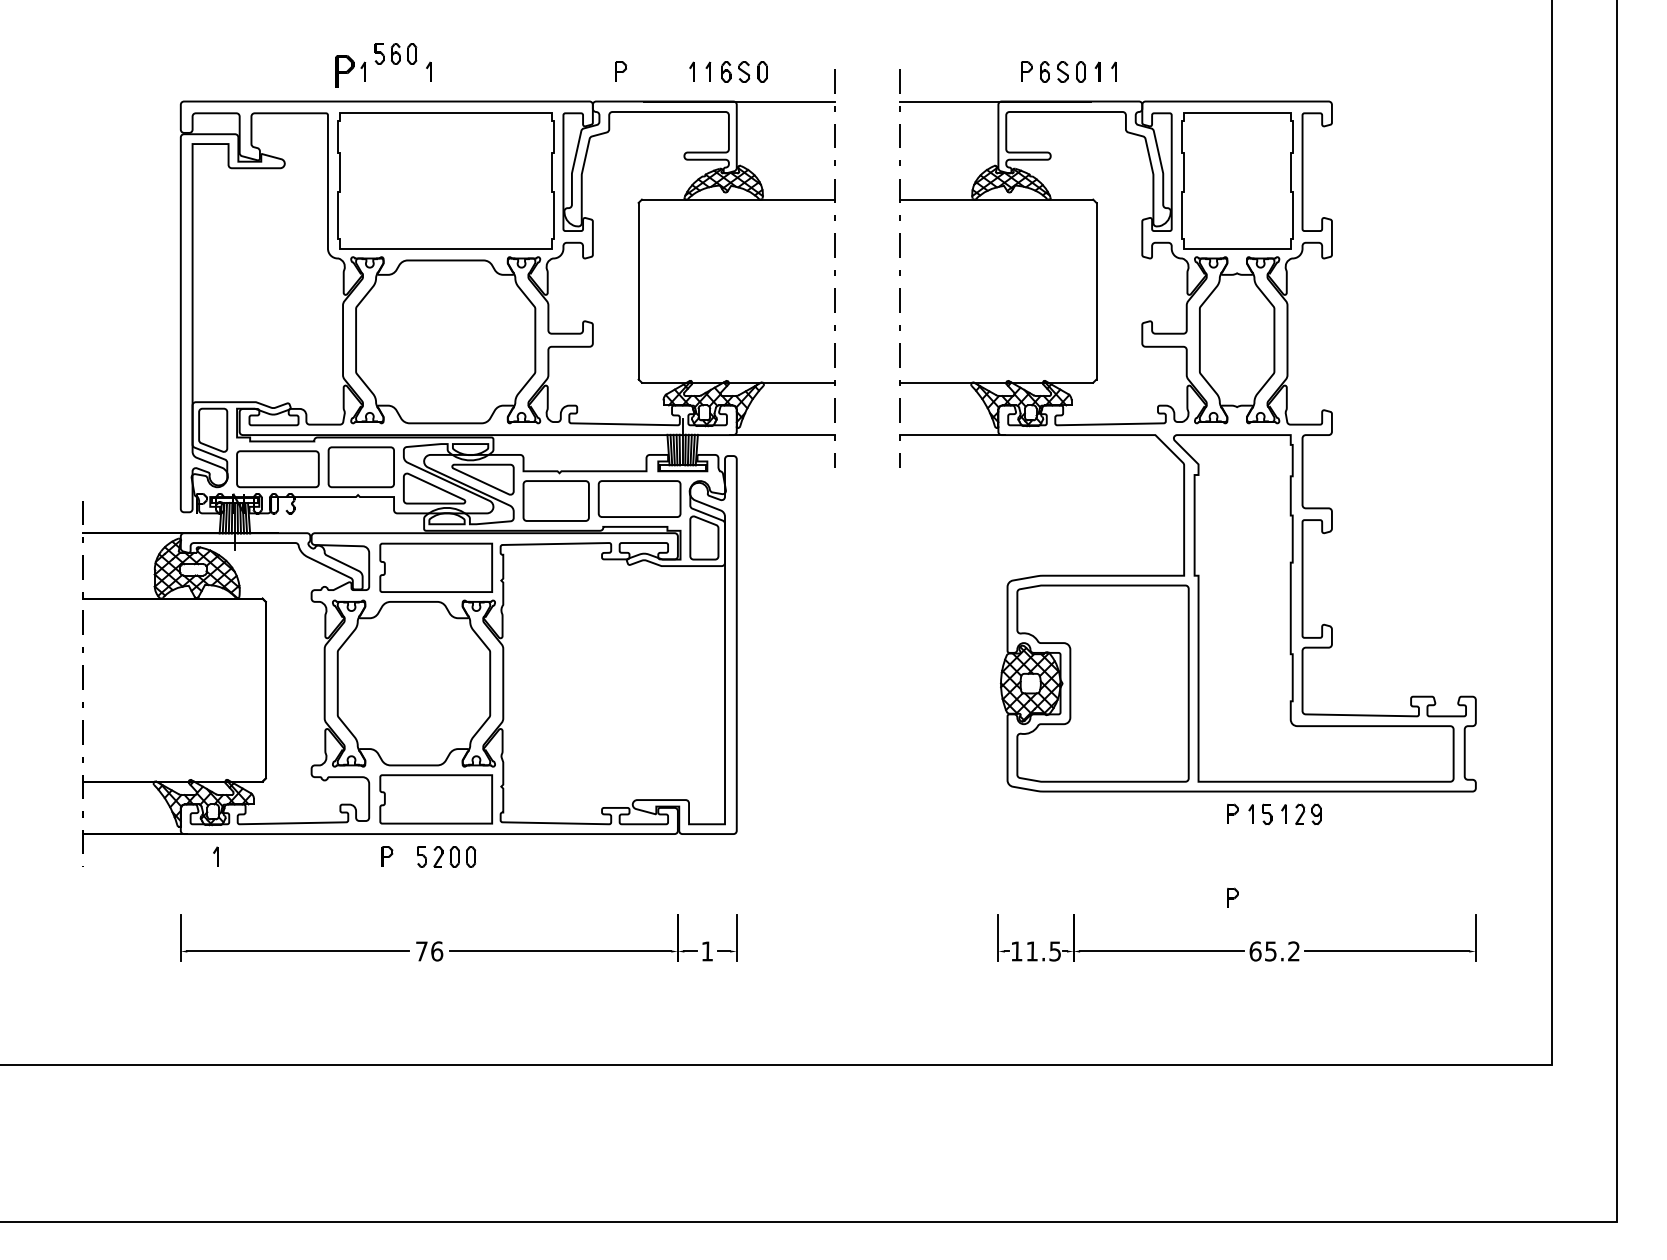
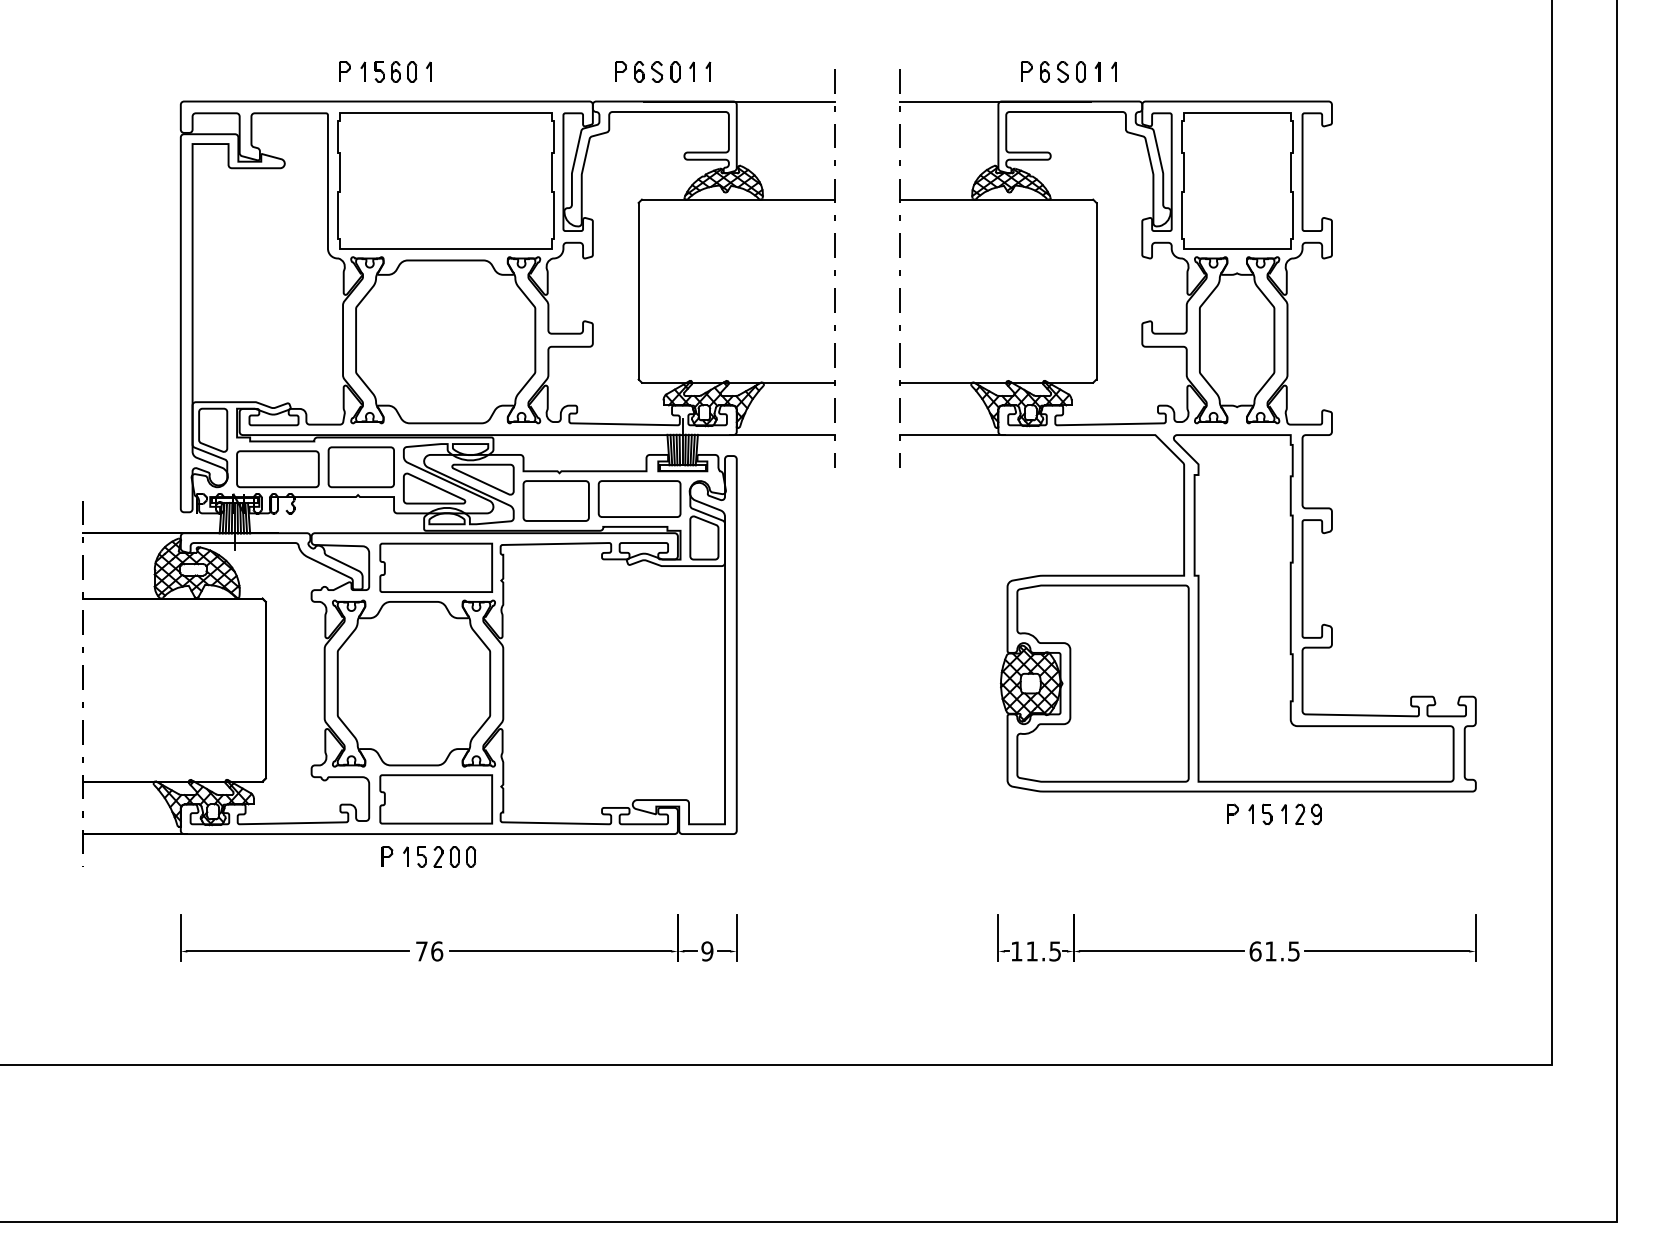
part at (395, 53) position: (395, 53) -> (395, 71)
part at (344, 71) size: 20x33 px -> 12x21 px
part at (744, 71) position: (744, 71) -> (657, 71)
part at (215, 856) position: (215, 856) -> (405, 856)
part at (1232, 897): present -> none
text at (707, 951): 1 -> 9
text at (1282, 951): 65.2 -> 61.5
